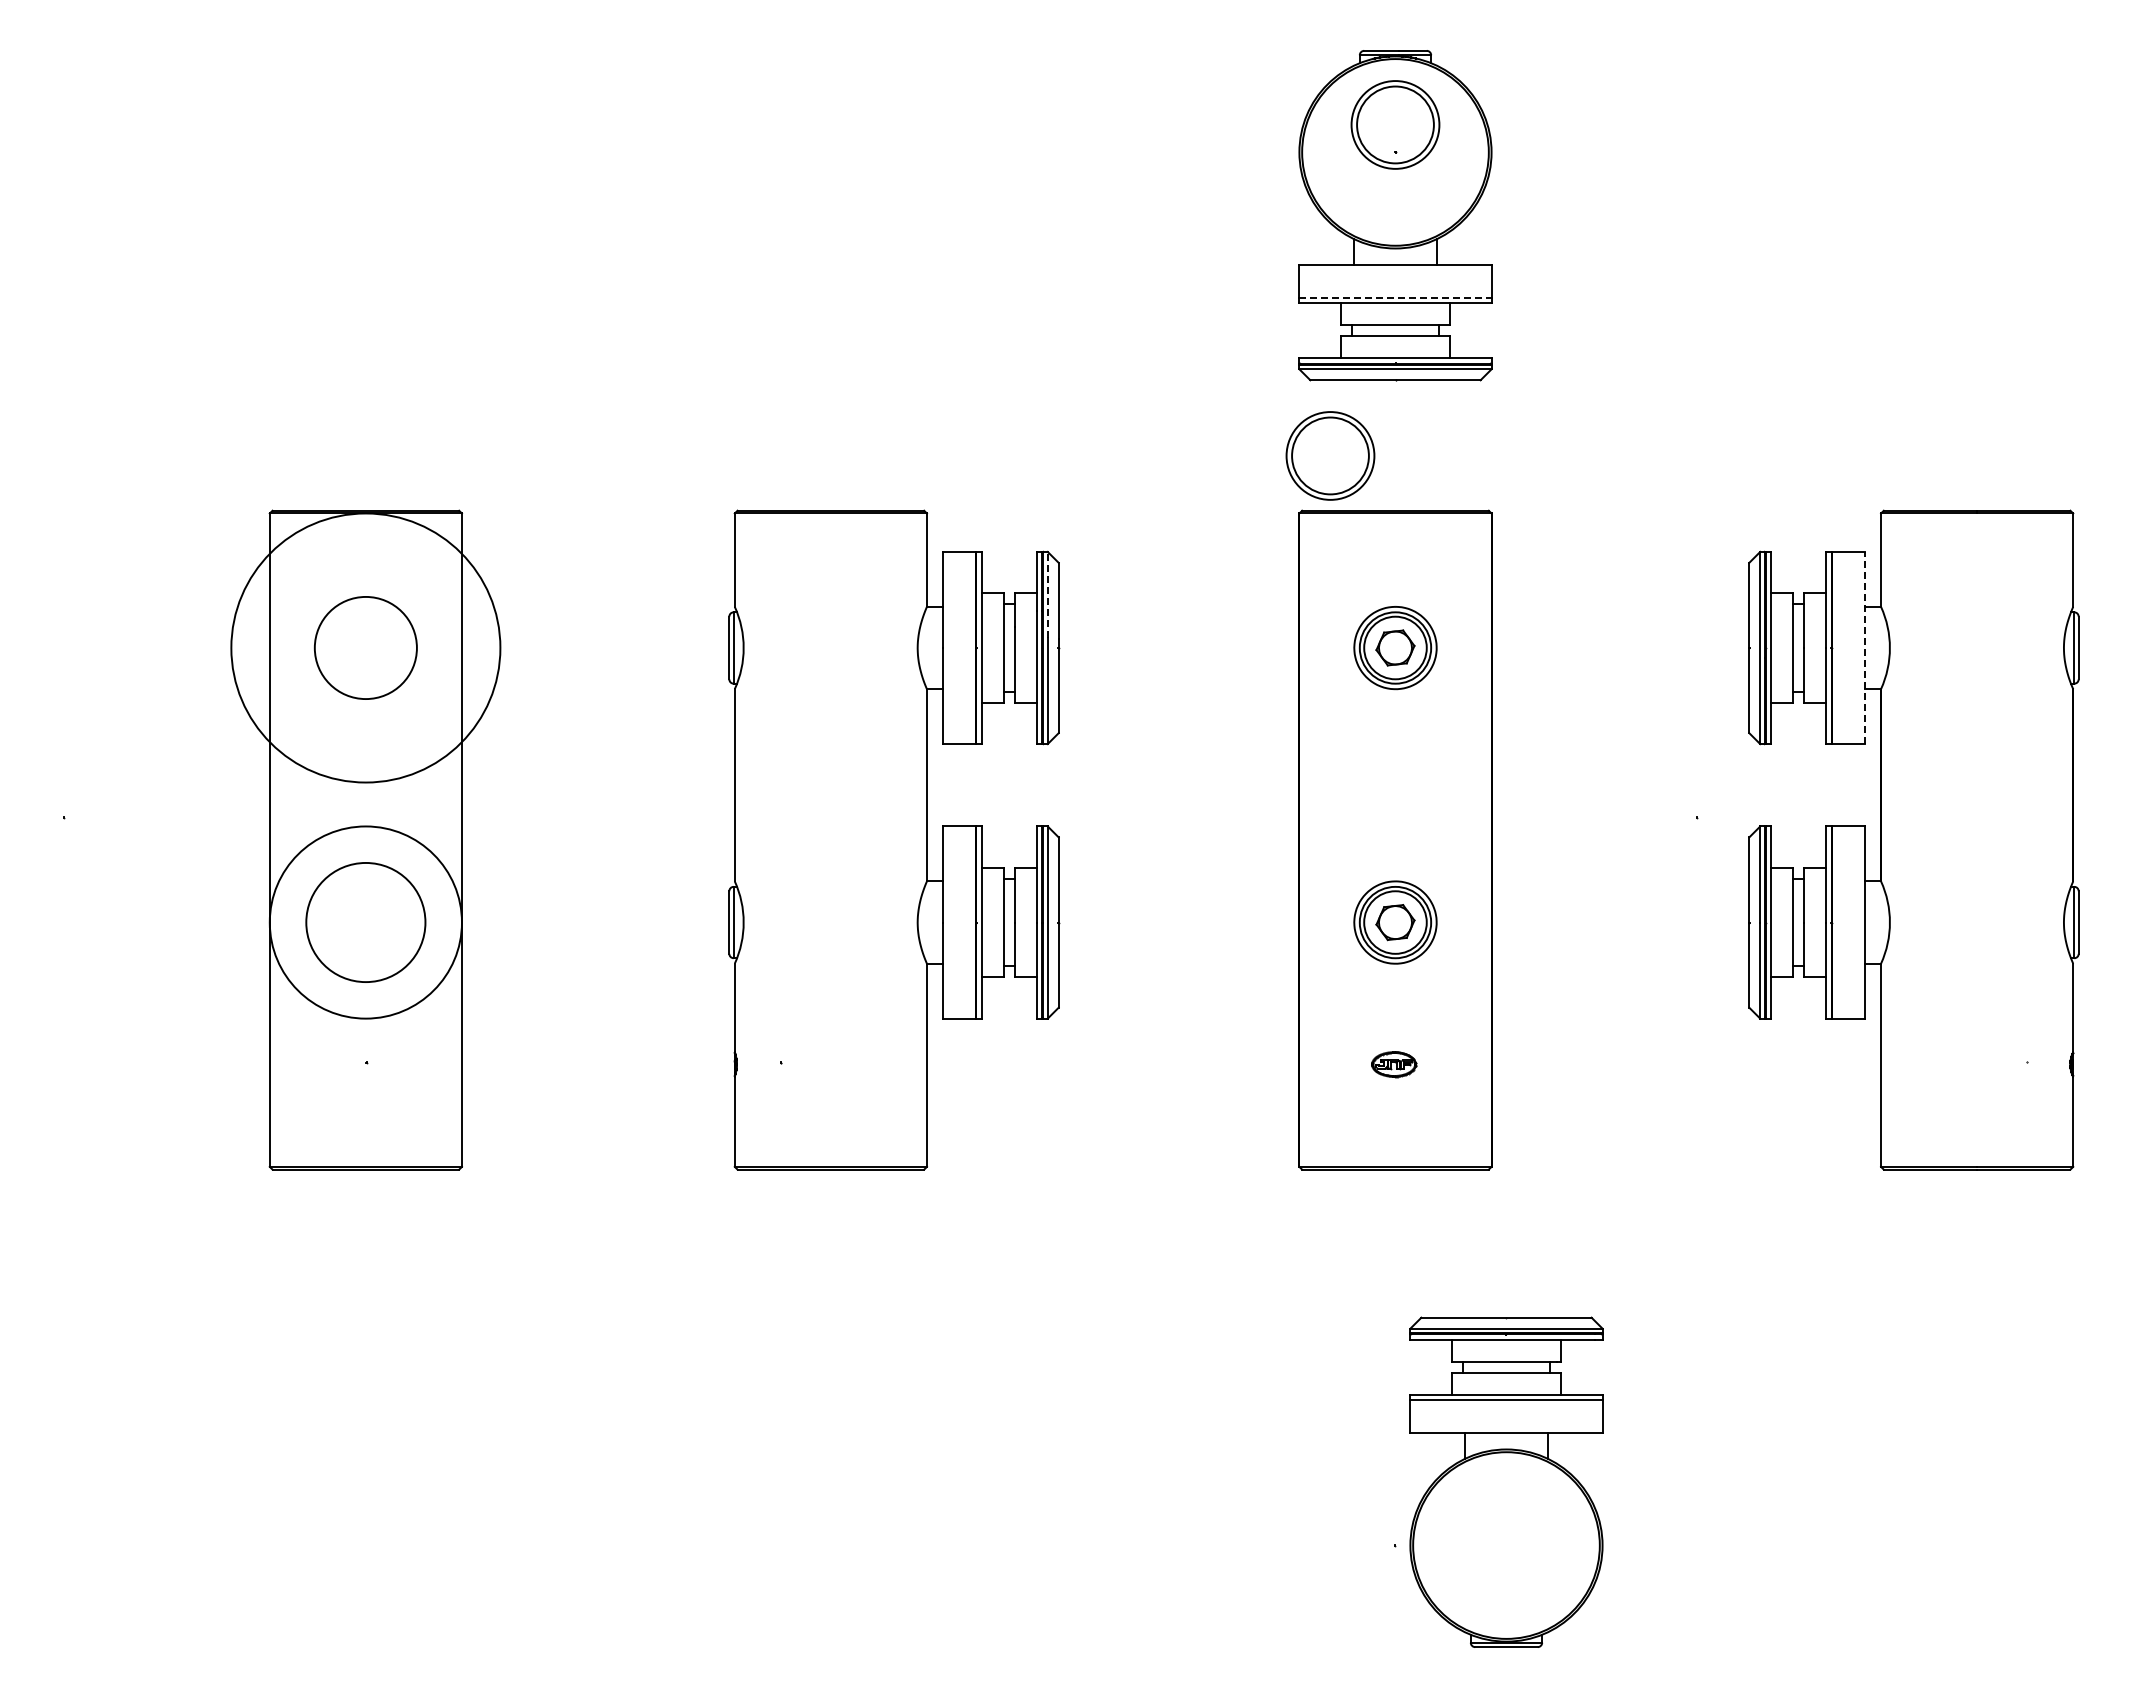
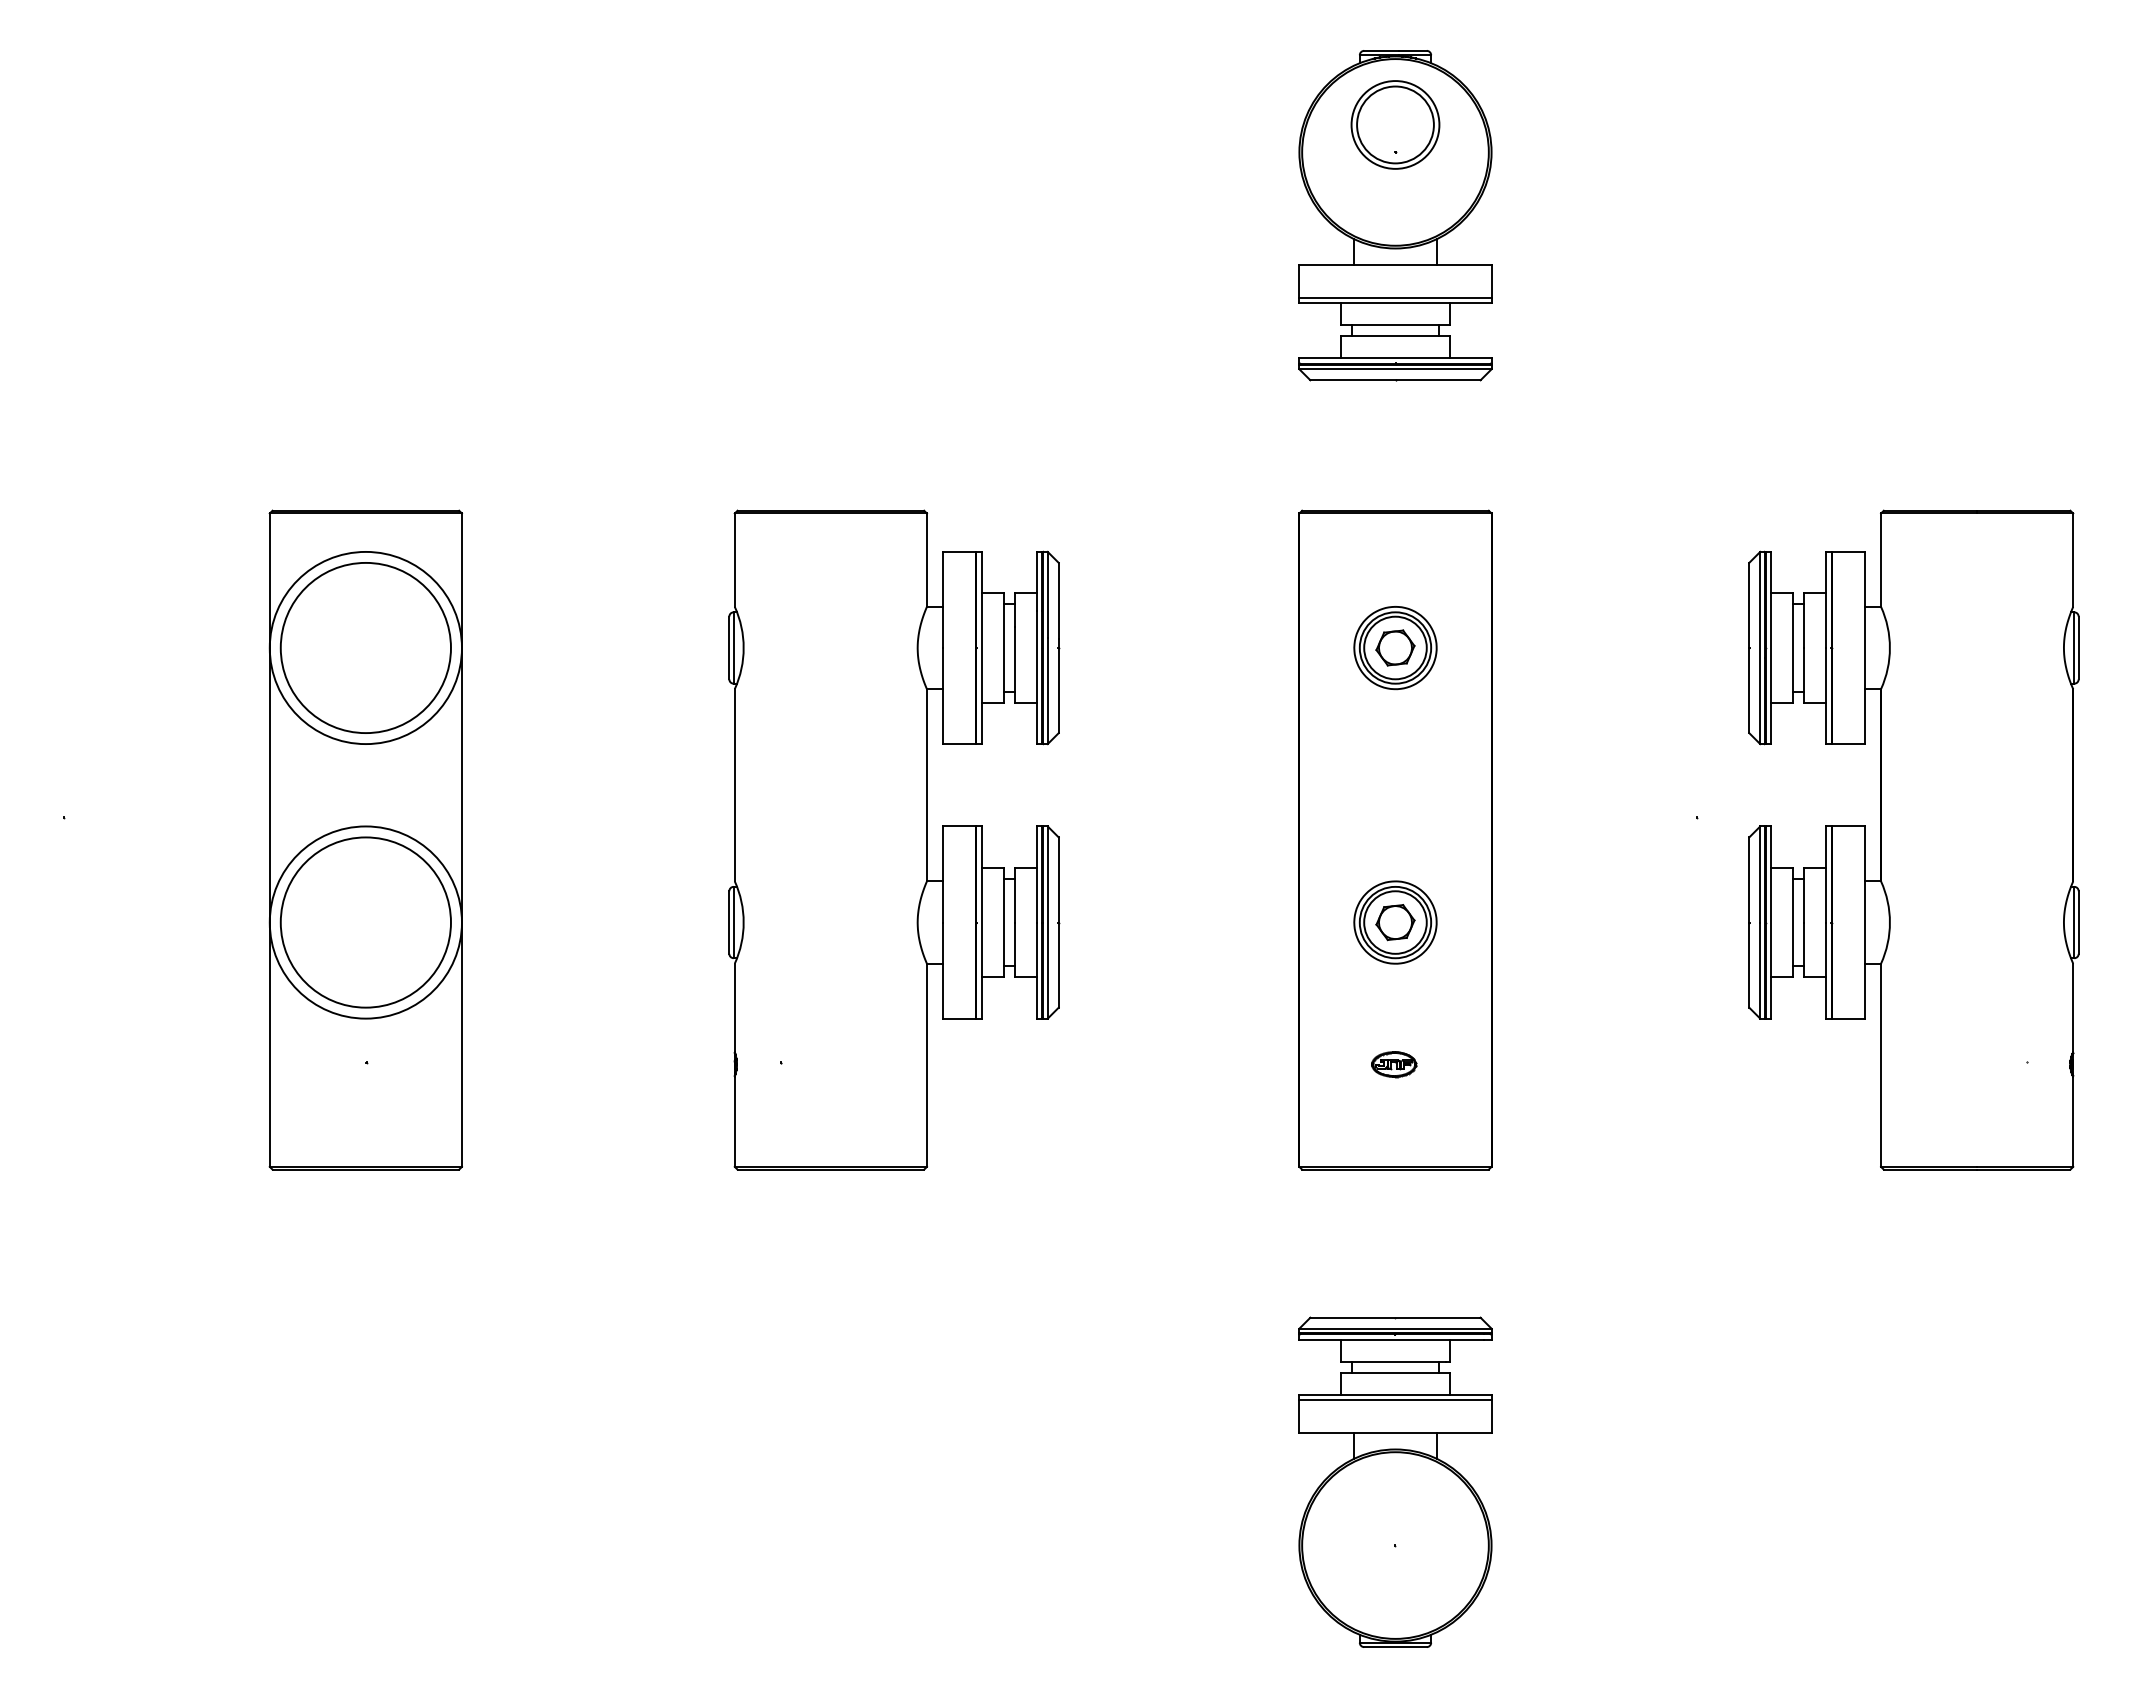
line at (1395, 297): dashed -> solid
part at (1330, 455): present -> none
line at (1047, 594): dashed -> solid
circle at (365, 647) diameter: 102 px -> 170 px
circle at (365, 647) diameter: 269 px -> 192 px
line at (1864, 647): dashed -> solid
circle at (365, 922) diameter: 119 px -> 170 px
part at (1506, 1481) position: (1506, 1481) -> (1395, 1481)
